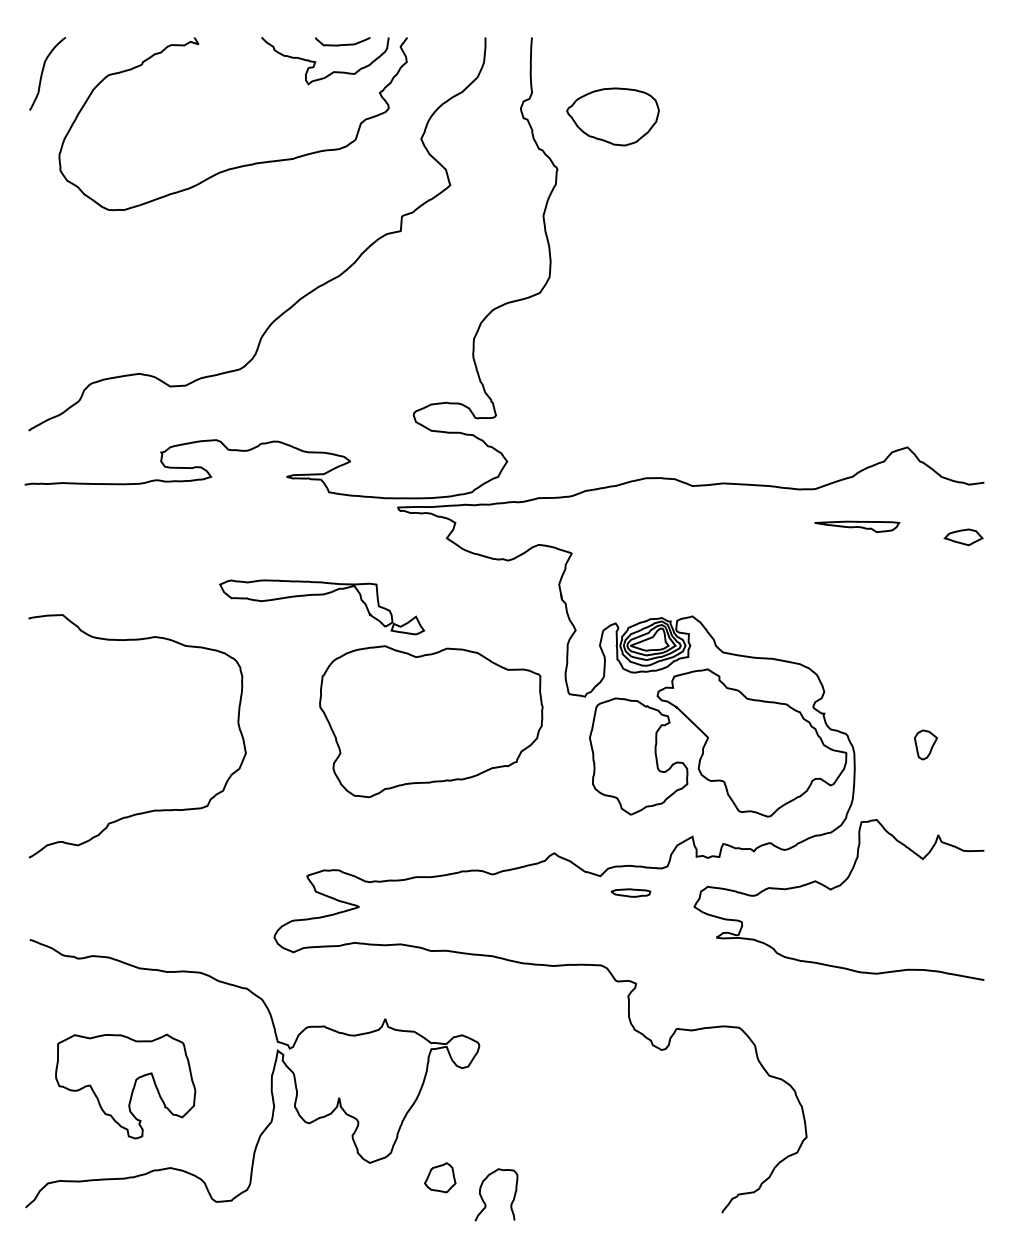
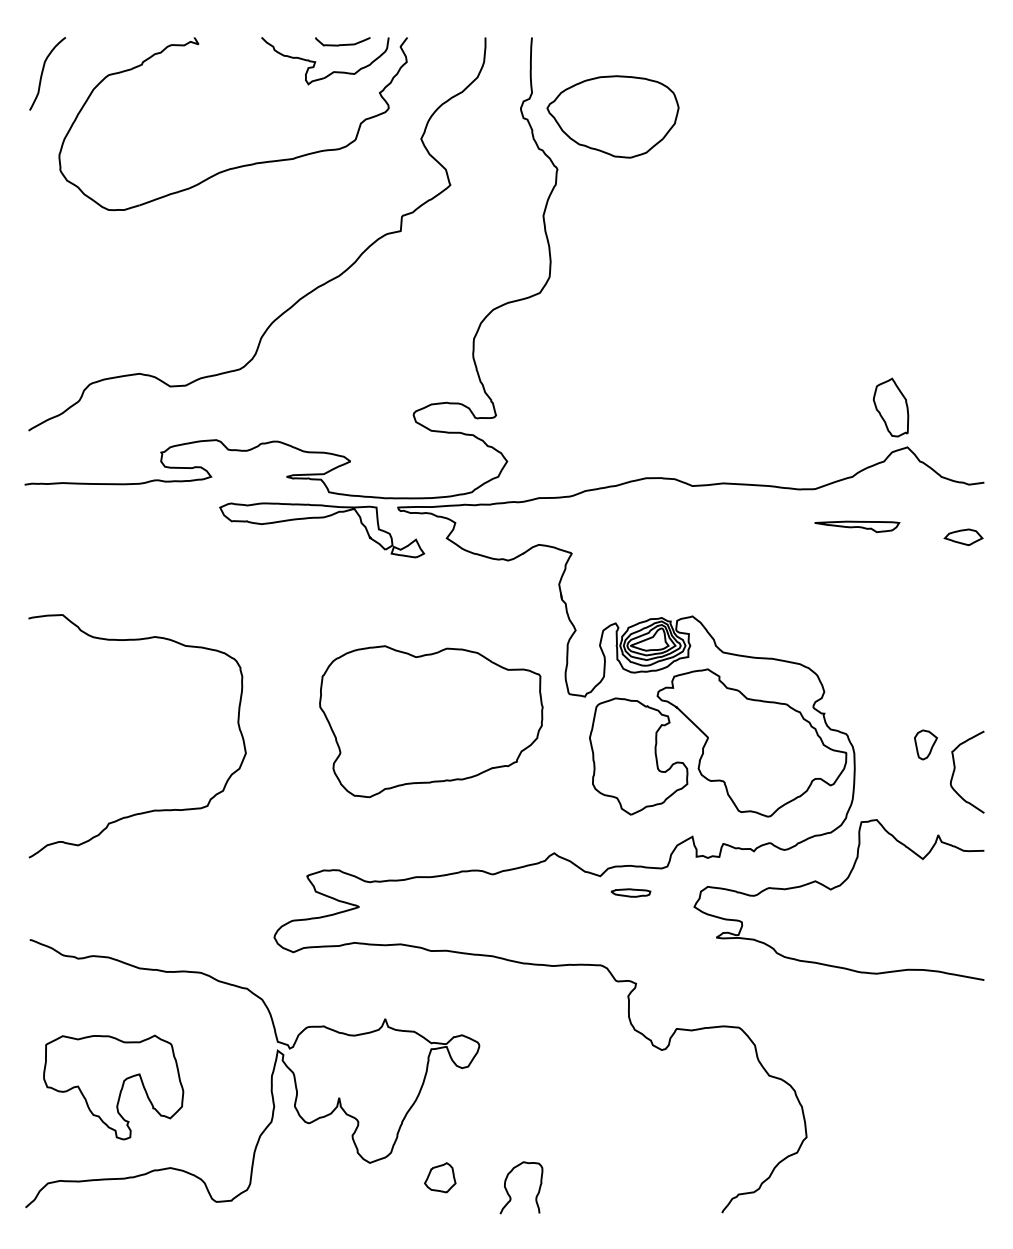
part at (612, 116) size: 94x60 px -> 134x84 px
part at (890, 407): none -> present
part at (322, 595) position: (322, 595) -> (322, 518)
curve at (955, 770): none -> present
part at (125, 1086) position: (125, 1086) -> (113, 1087)
curve at (485, 1202) position: (485, 1202) -> (510, 1195)
